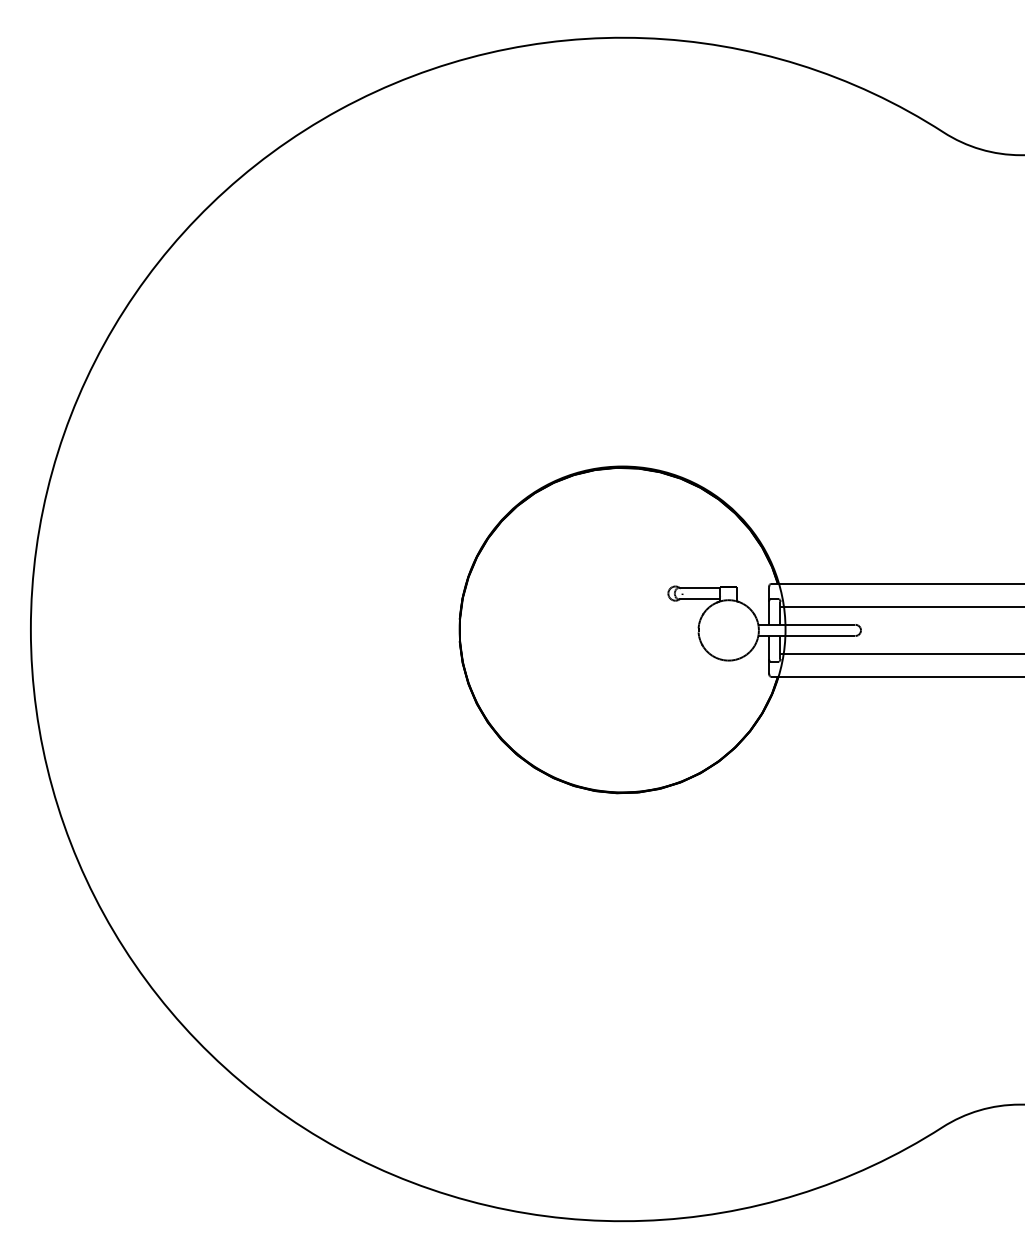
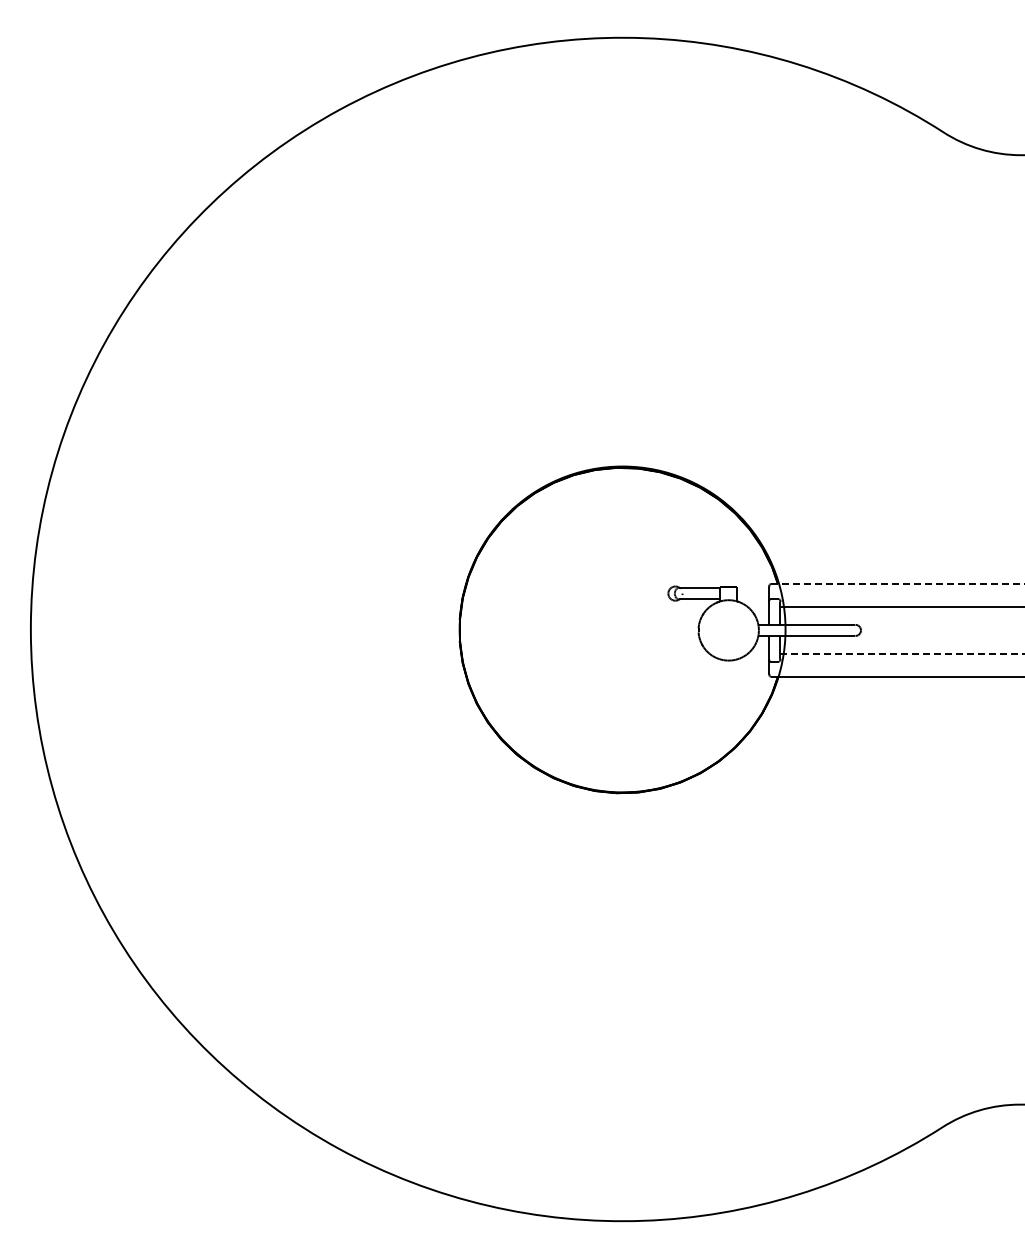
line at (897, 584): solid -> dashed
line at (903, 654): solid -> dashed
